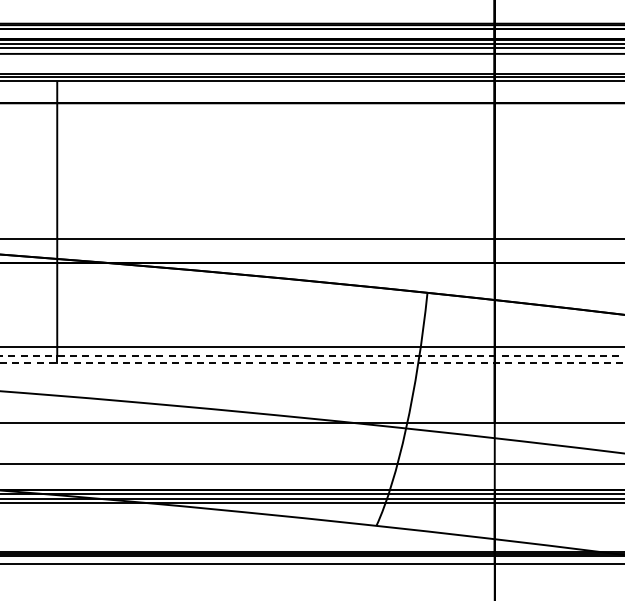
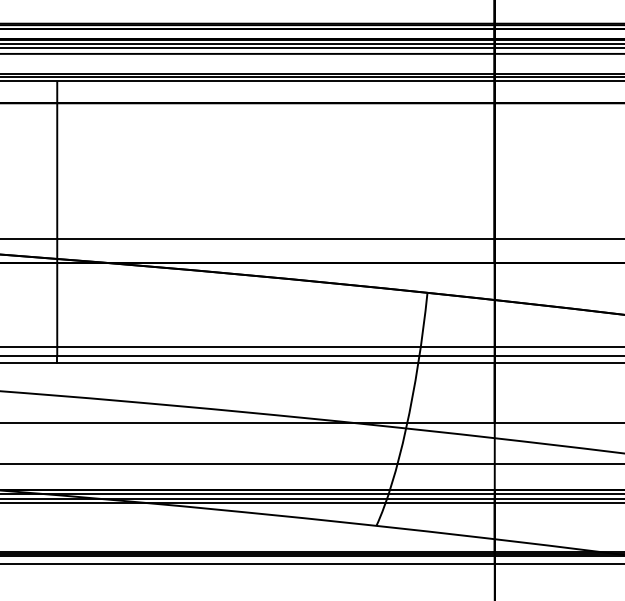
line at (312, 356): dashed -> solid
line at (312, 363): dashed -> solid
